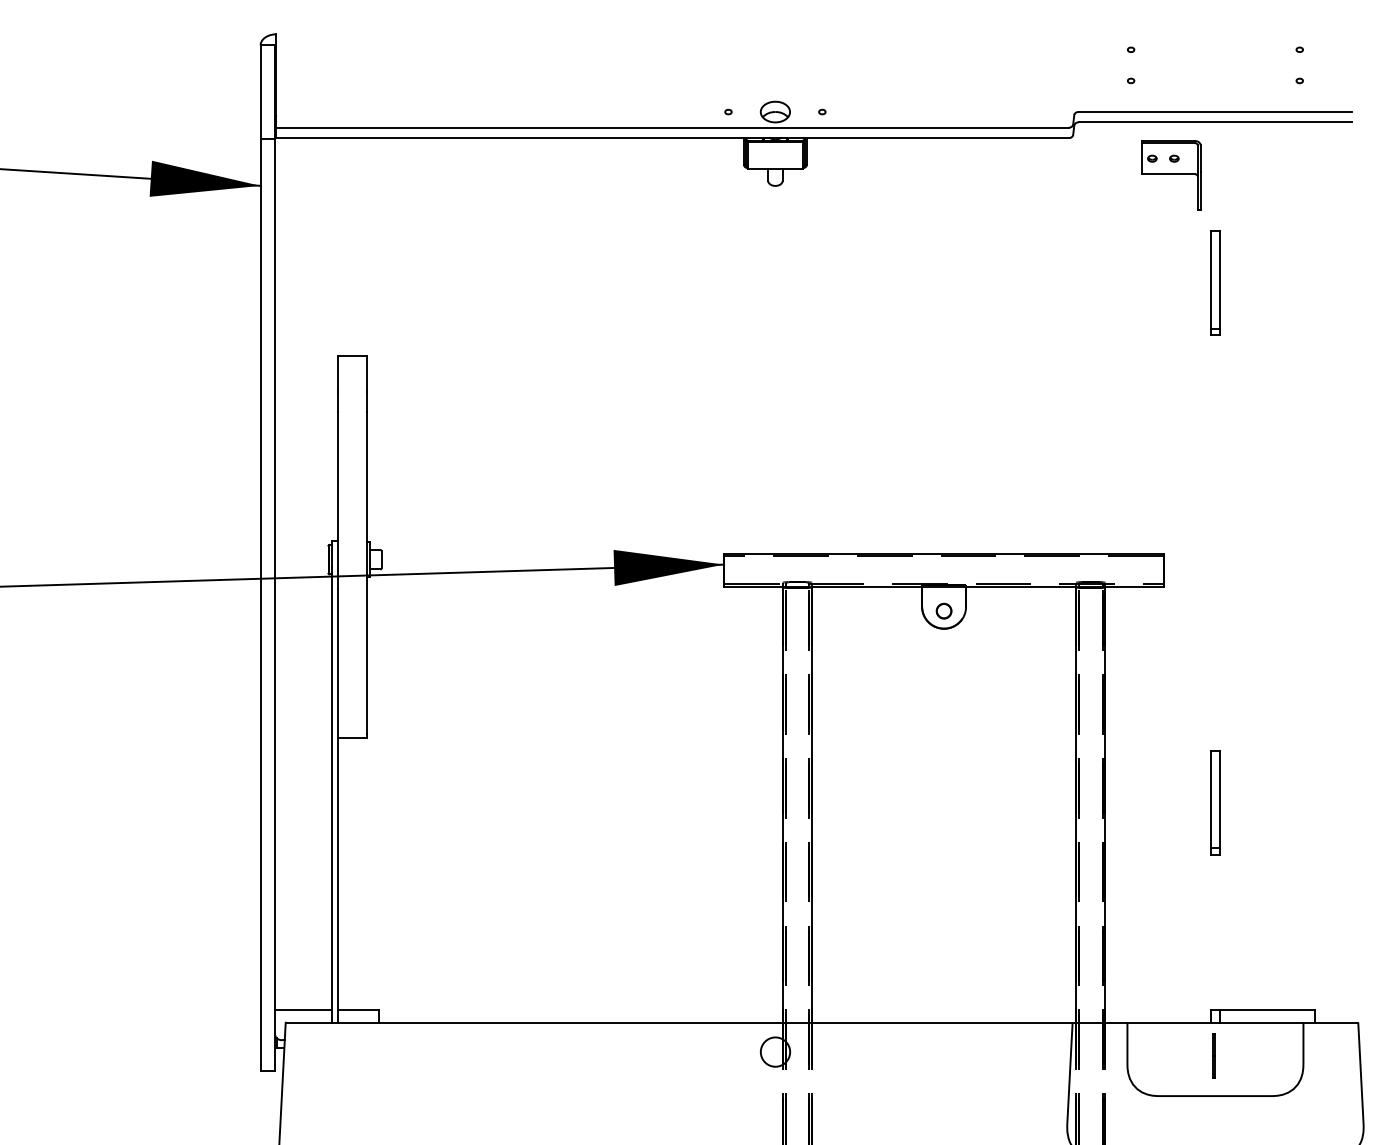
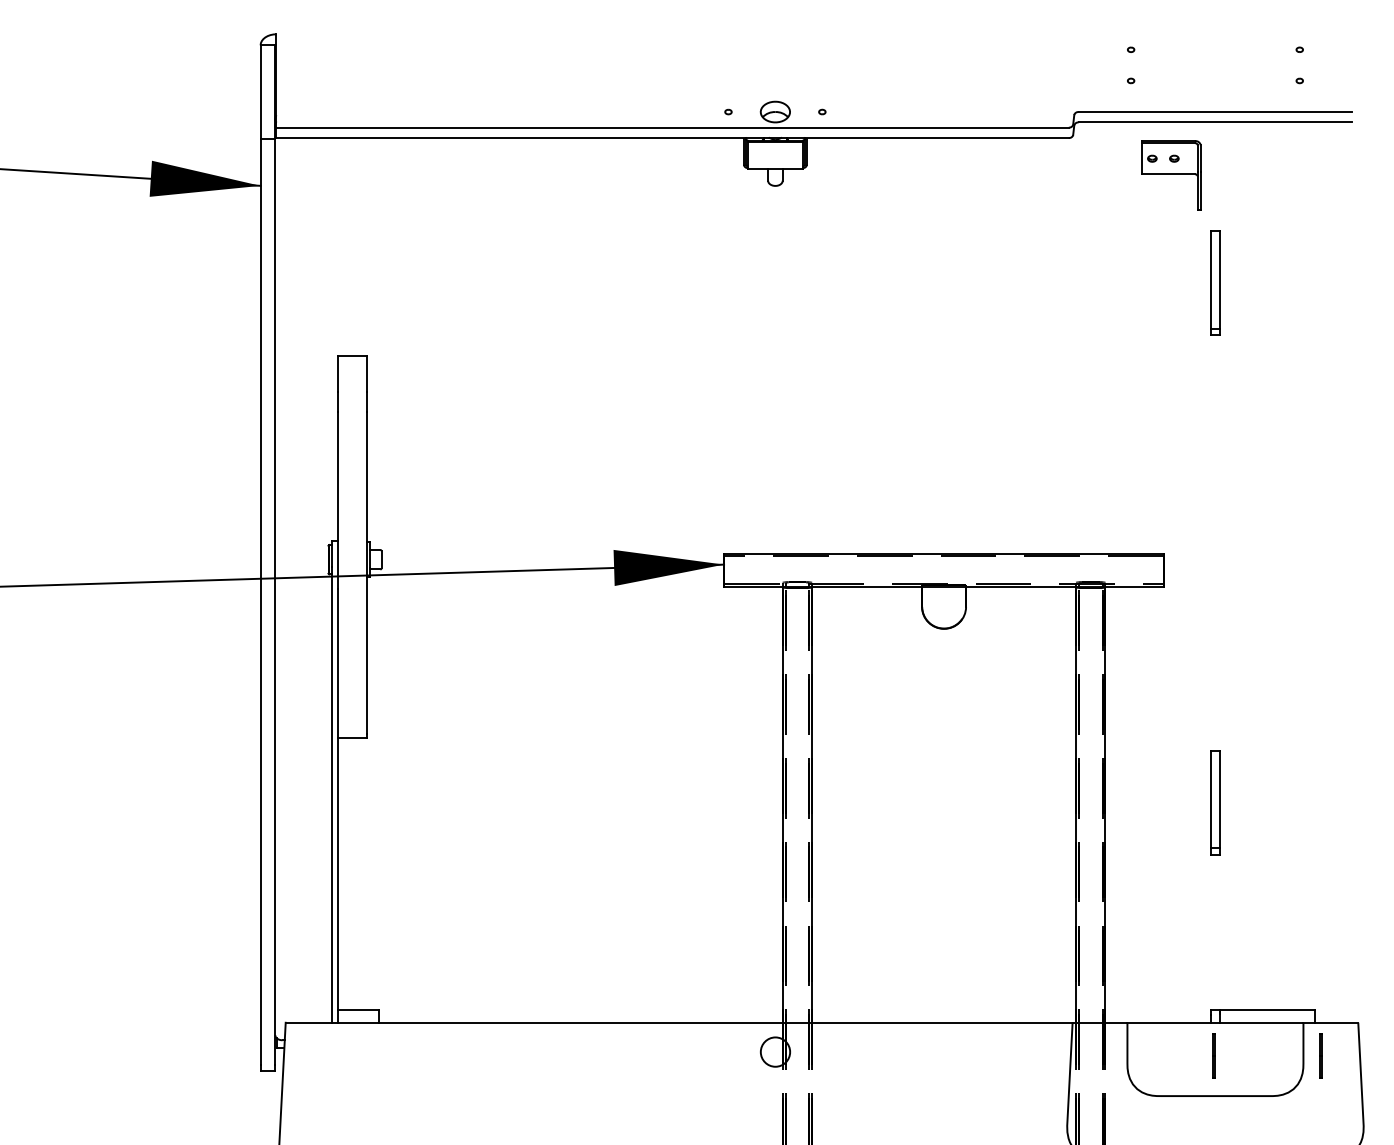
part at (943, 610): present -> none
line at (303, 1010): present -> none
line at (1320, 1055): none -> present
